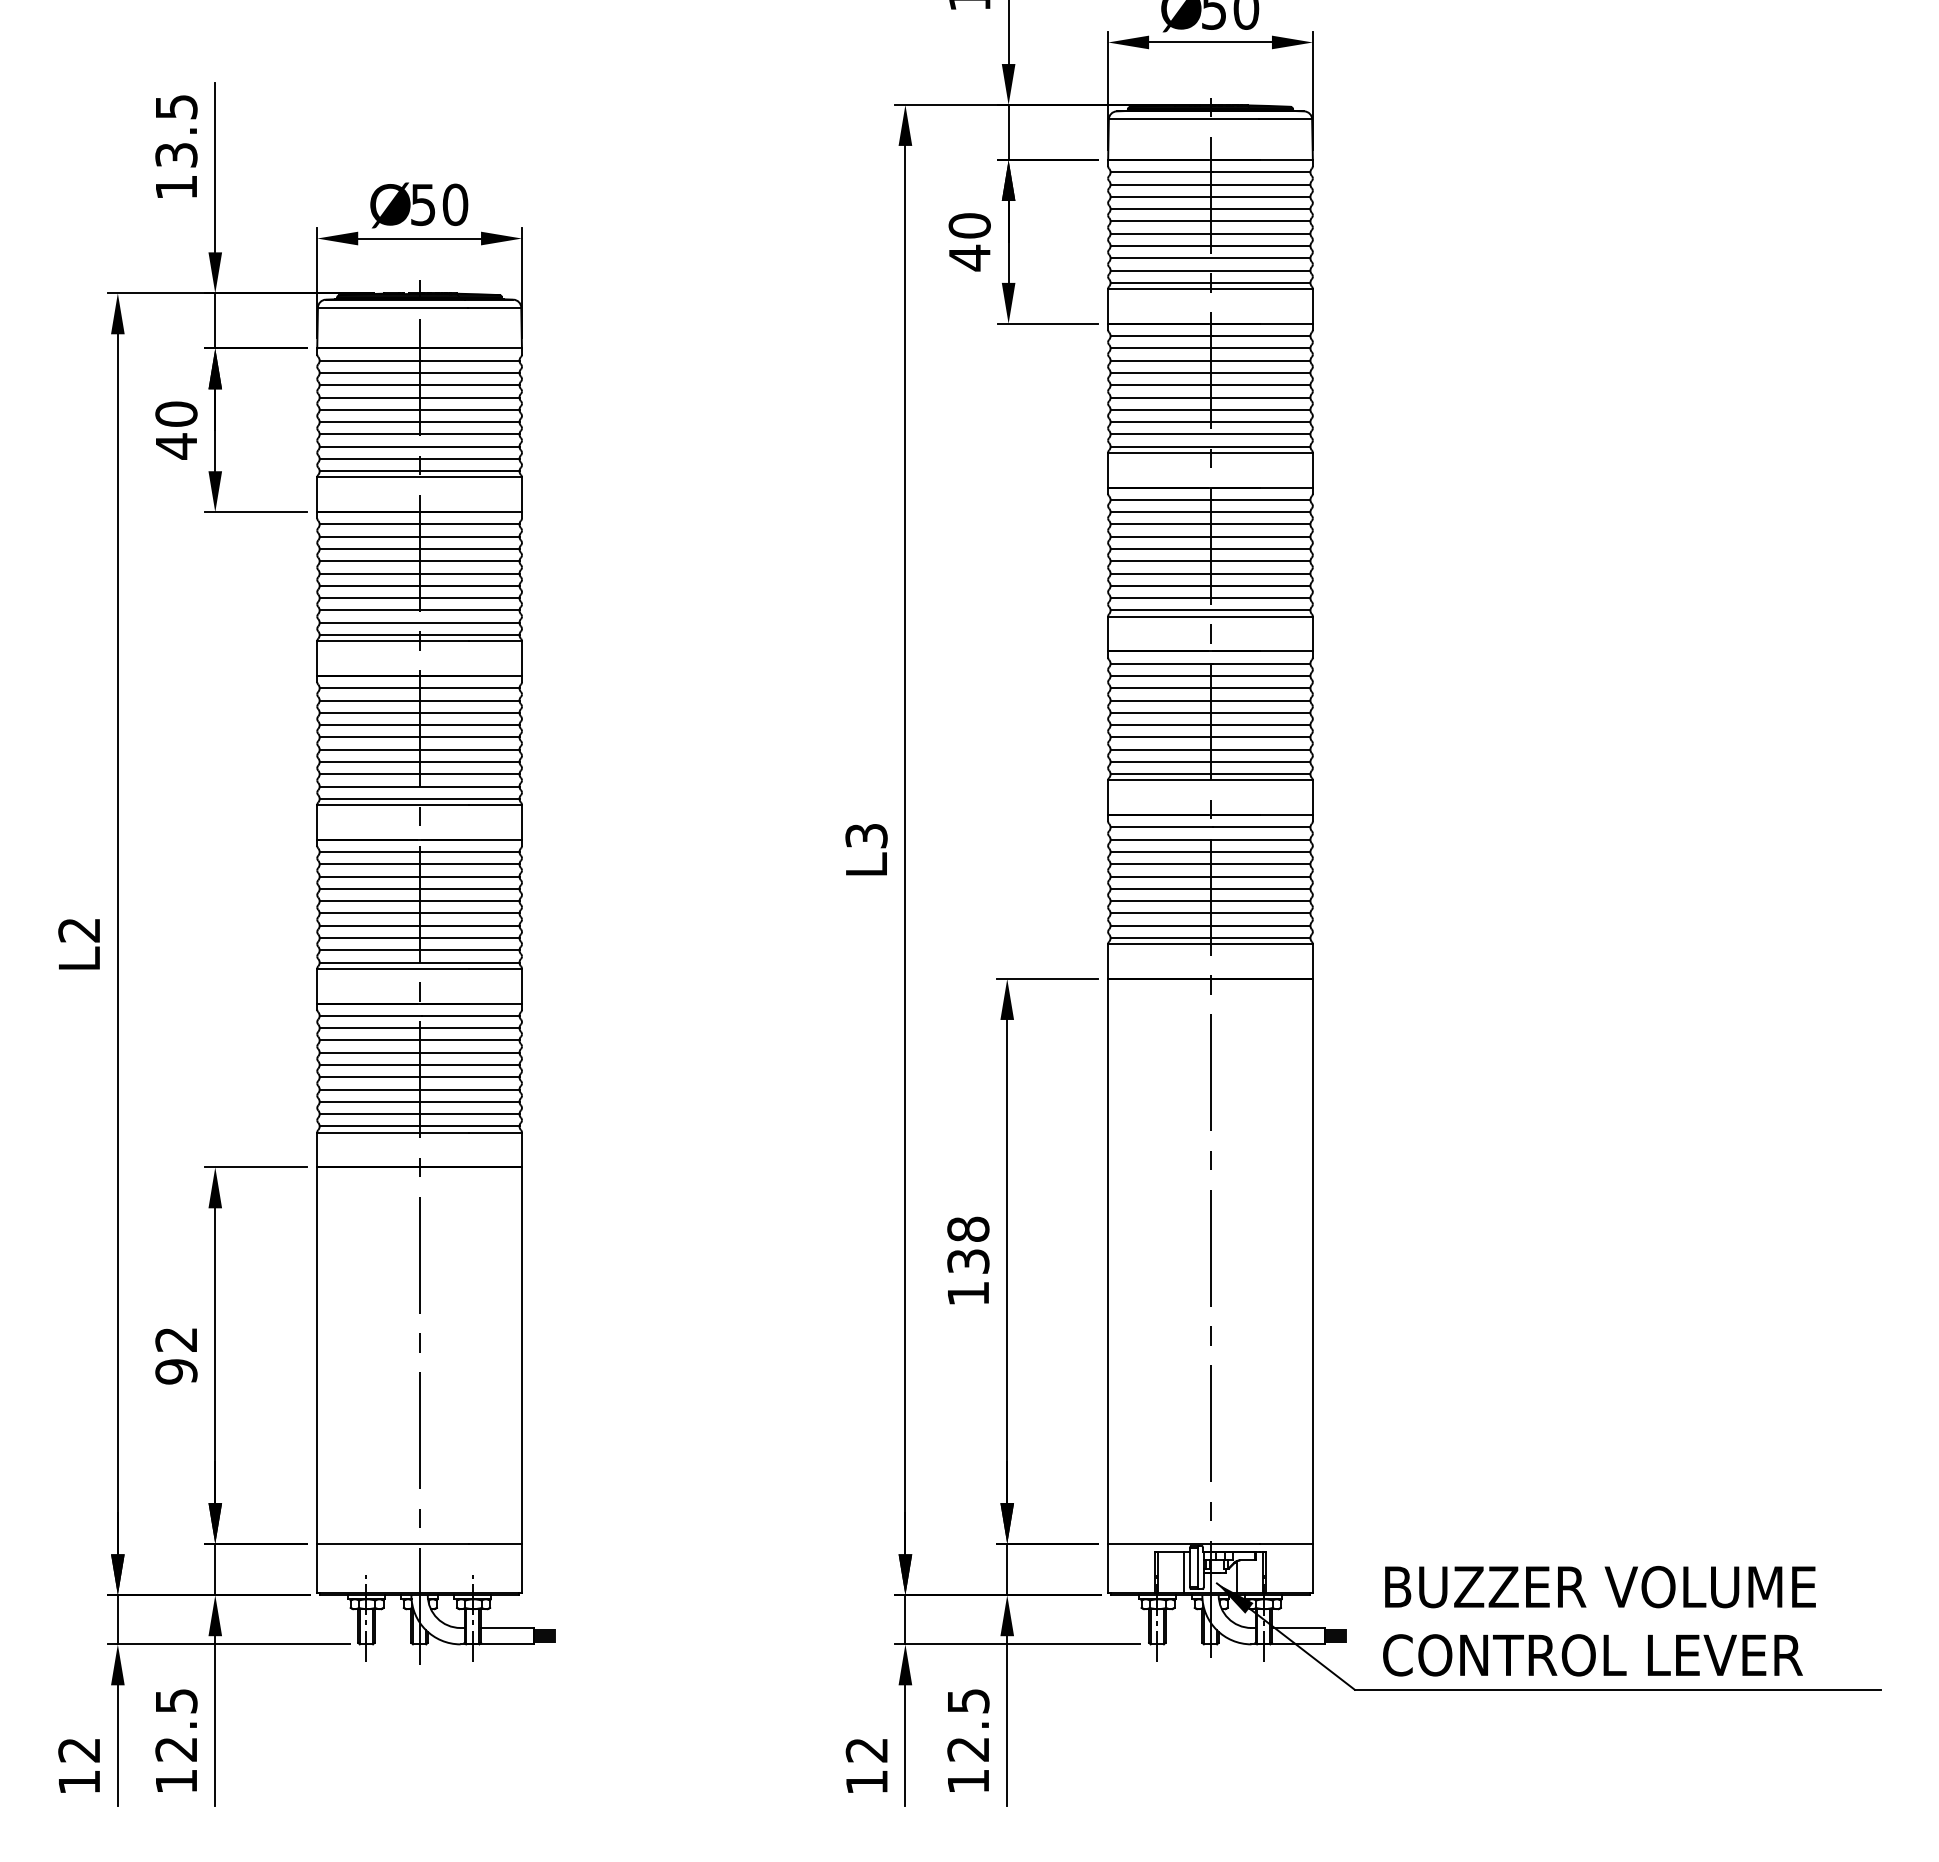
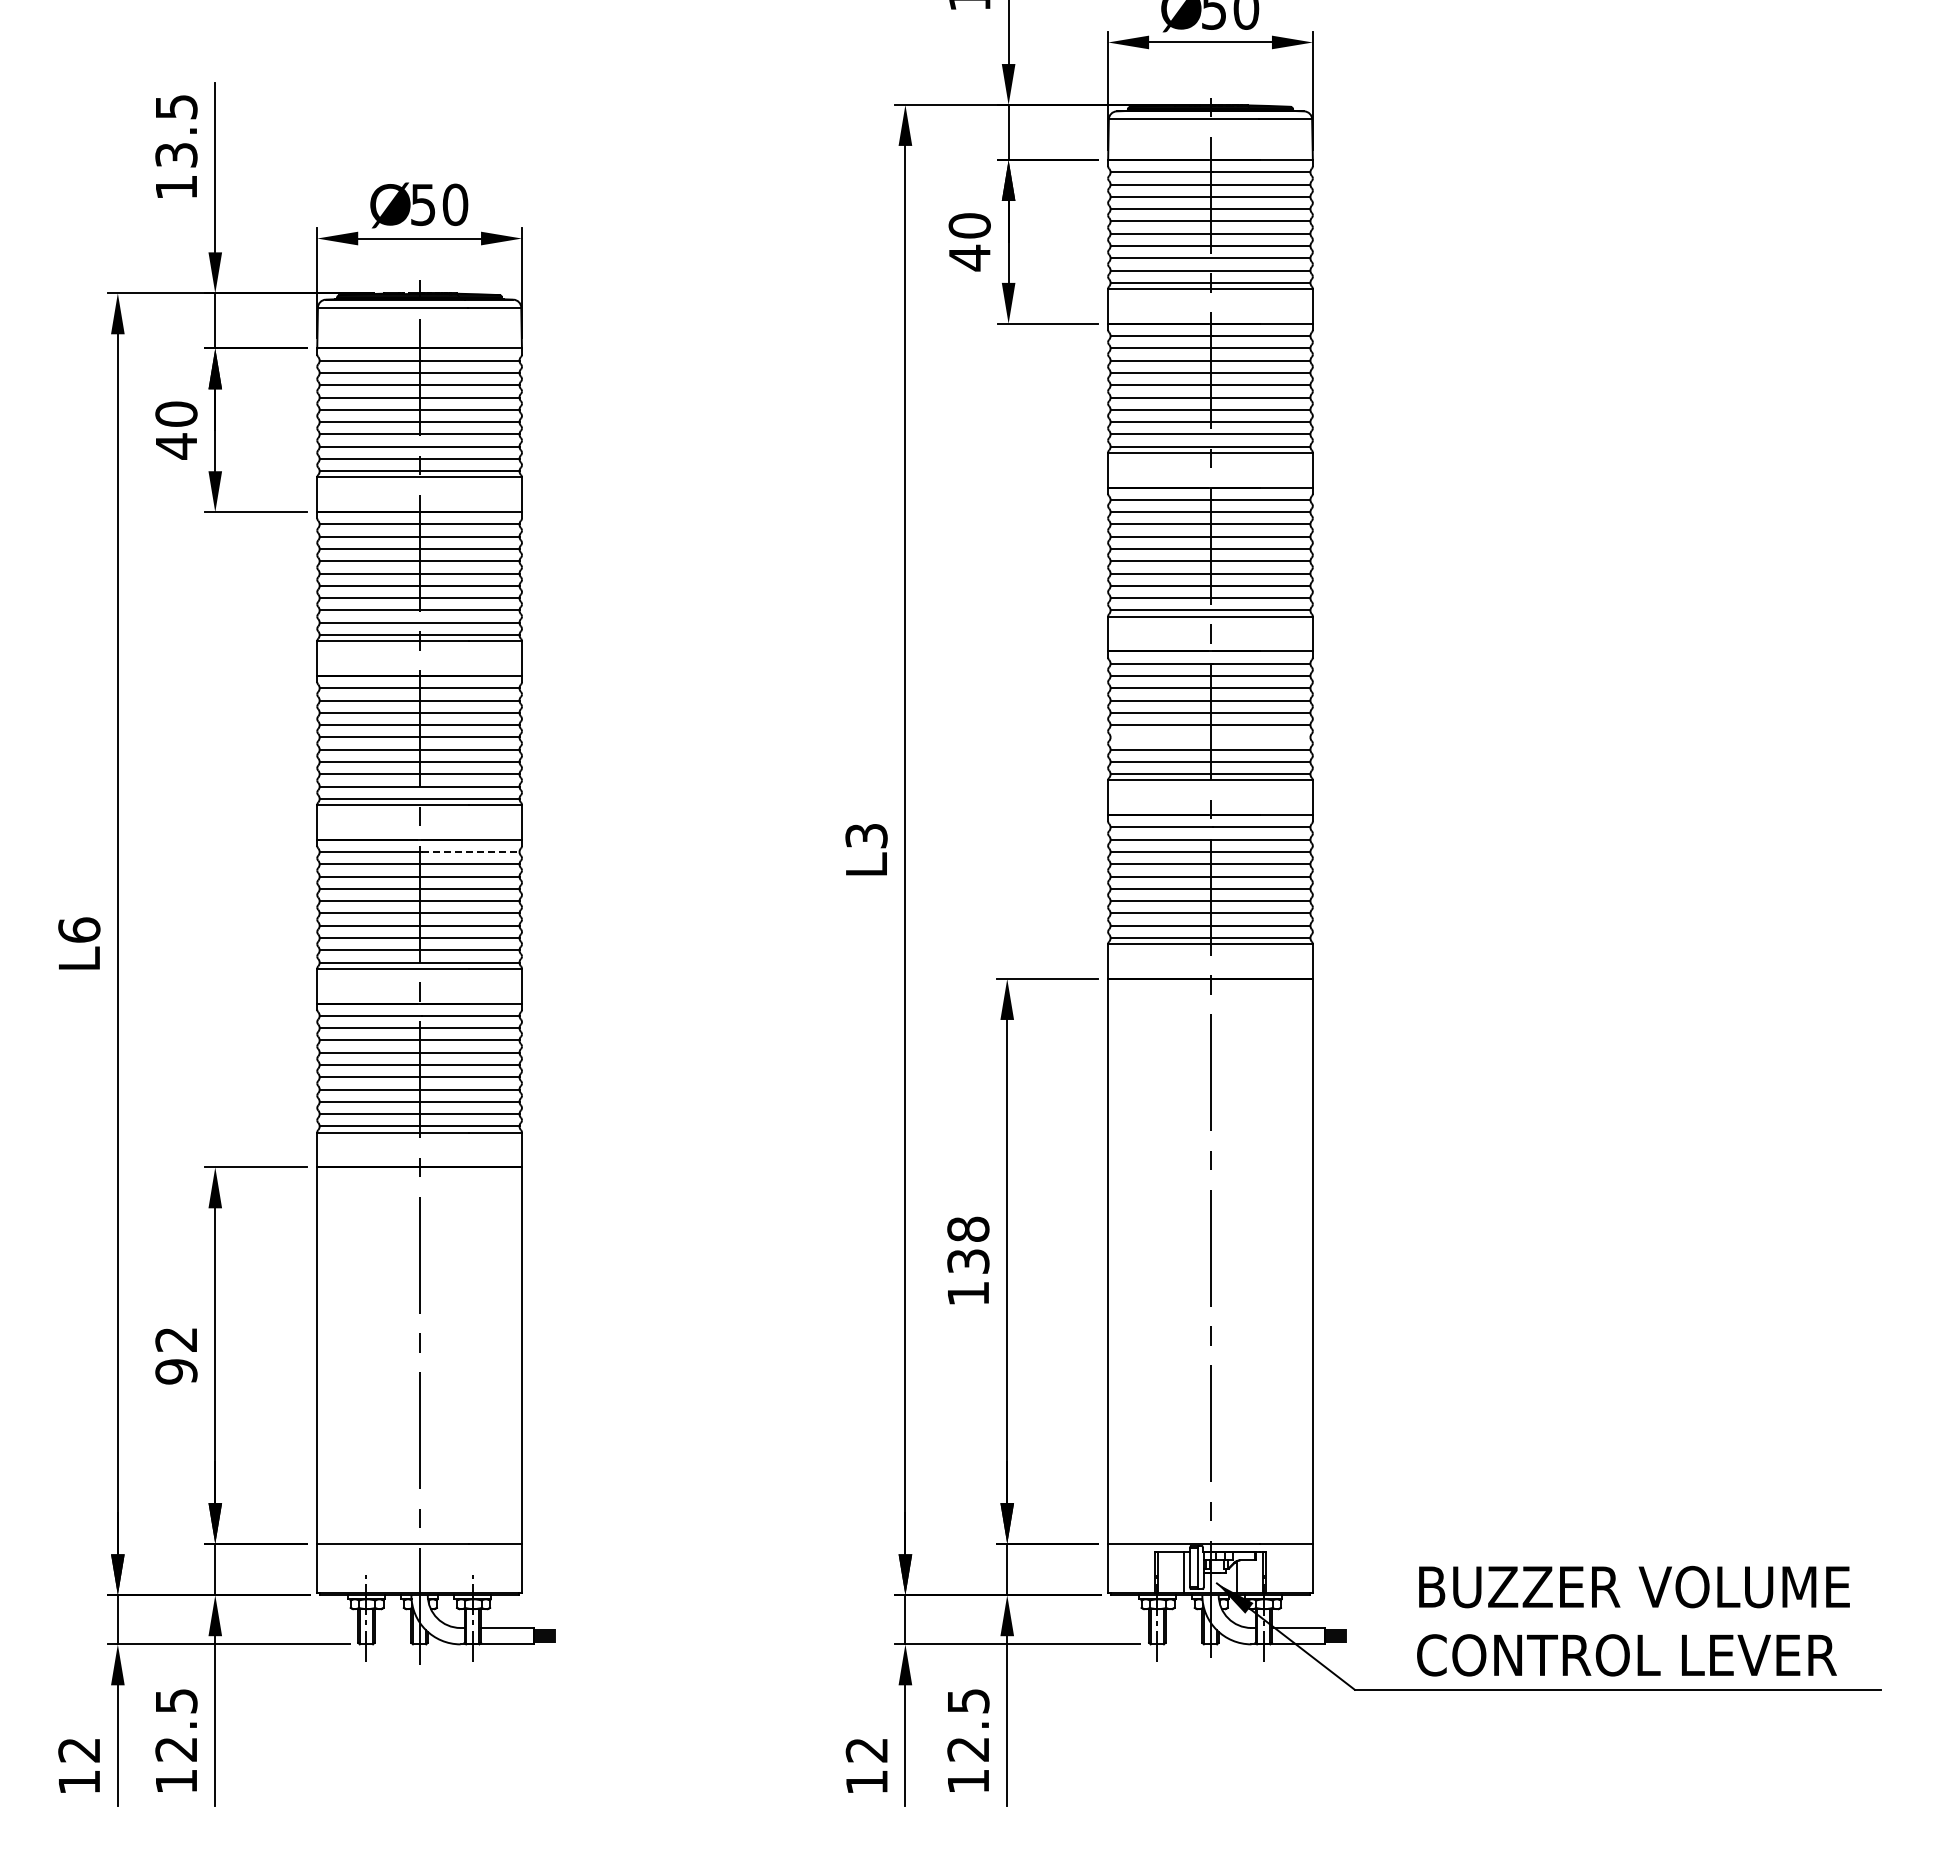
line at (1210, 737): present -> none
line at (470, 852): solid -> dashed
text at (79, 929): L2 -> L6
text at (1599, 1621) position: (1599, 1621) -> (1633, 1621)
